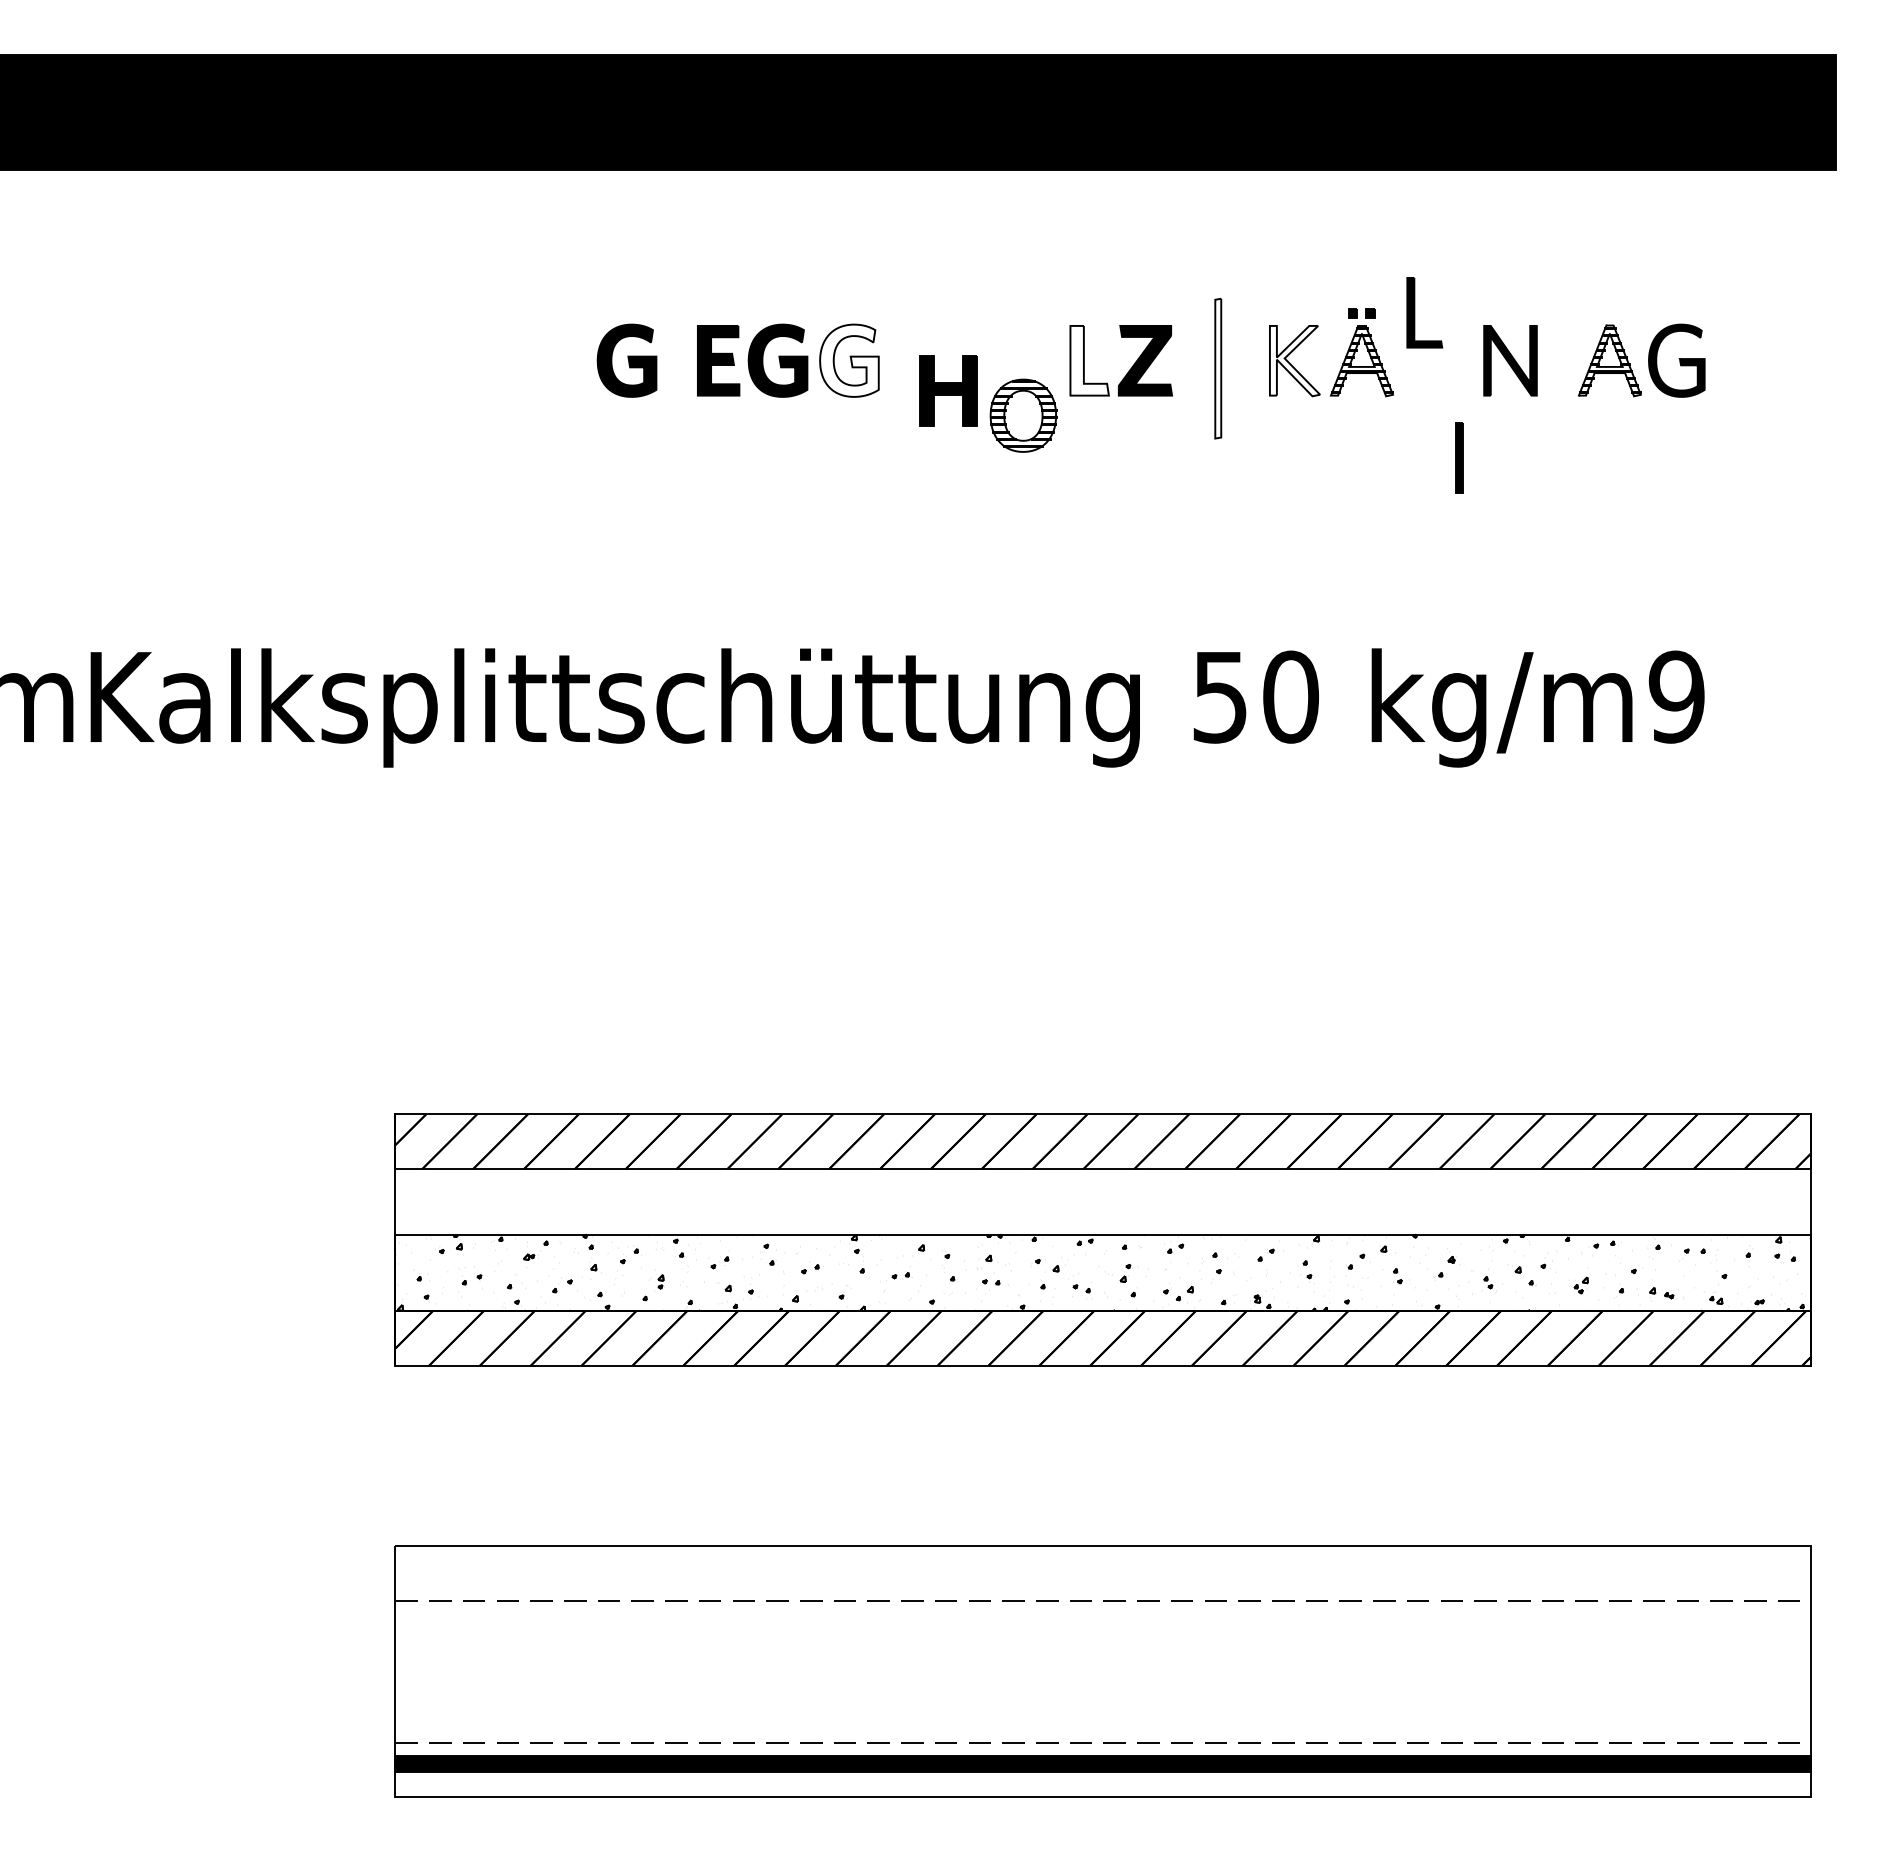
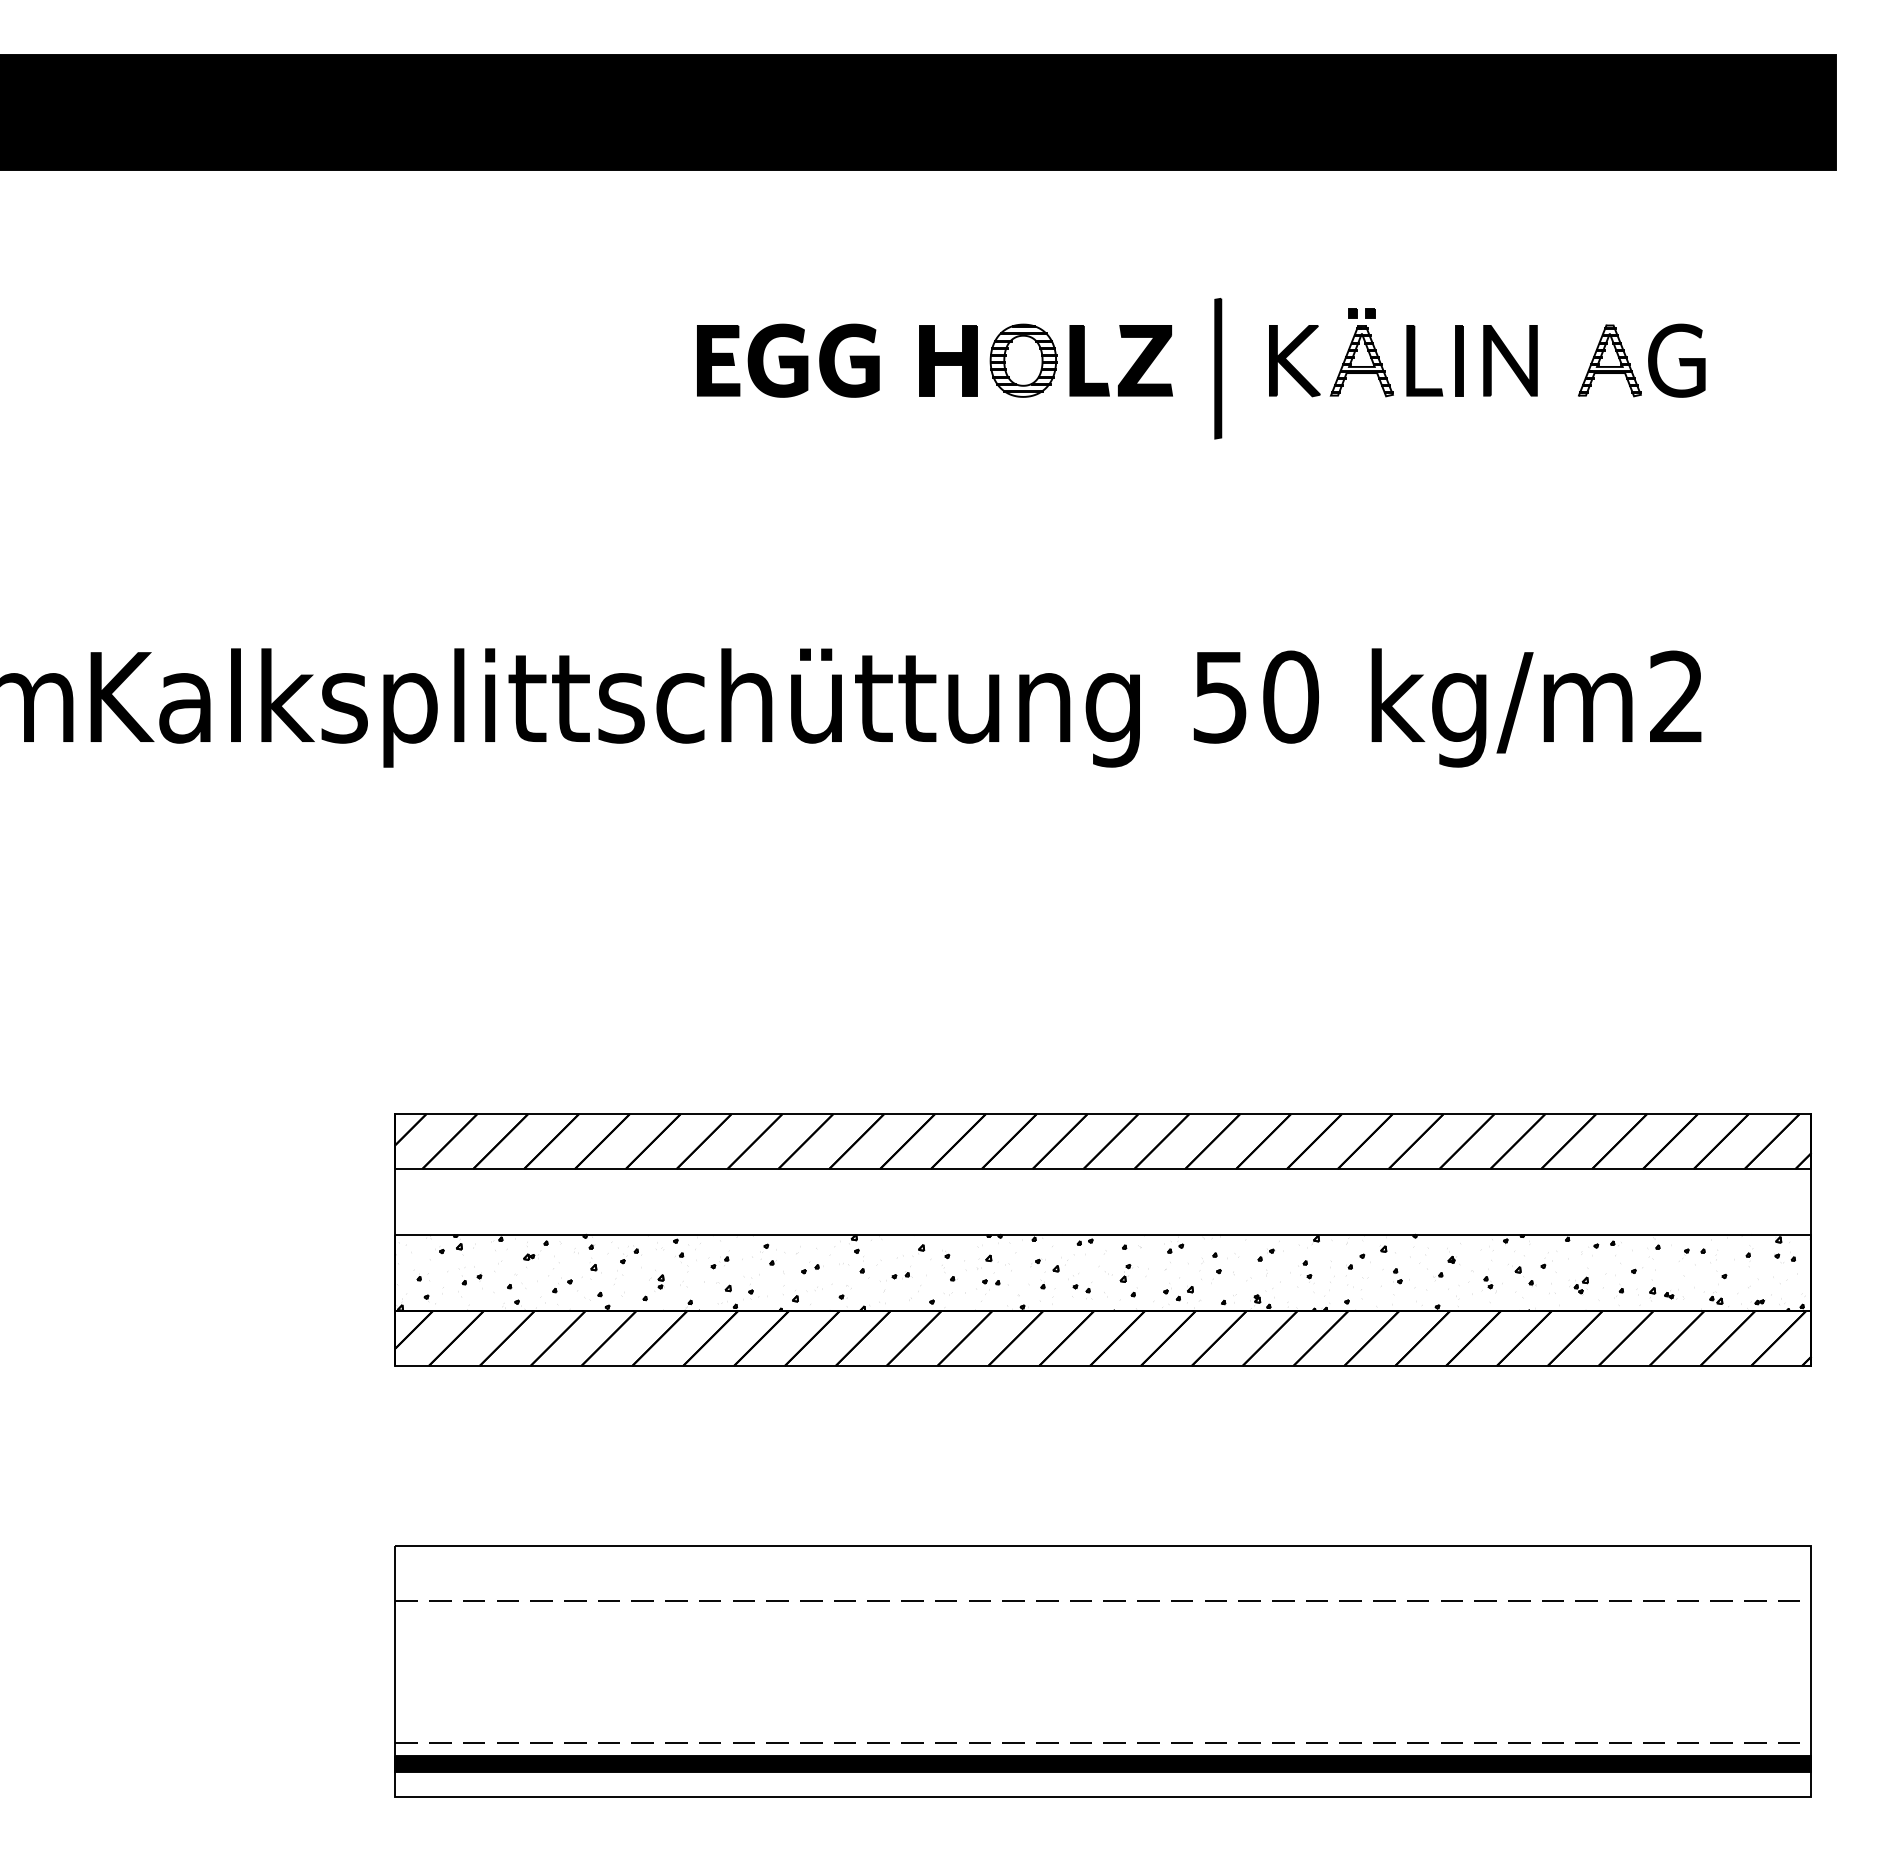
part at (1415, 312) position: (1415, 312) -> (1415, 360)
part at (626, 360): present -> none
fill at (849, 360): none -> present
fill at (1089, 360): none -> present
fill at (1294, 360): none -> present
fill at (1218, 368): none -> present
part at (948, 390) position: (948, 390) -> (948, 360)
part at (1023, 415) position: (1023, 415) -> (1023, 360)
part at (1459, 457) position: (1459, 457) -> (1459, 360)
text at (1676, 696): kg/m9 -> kg/m2
